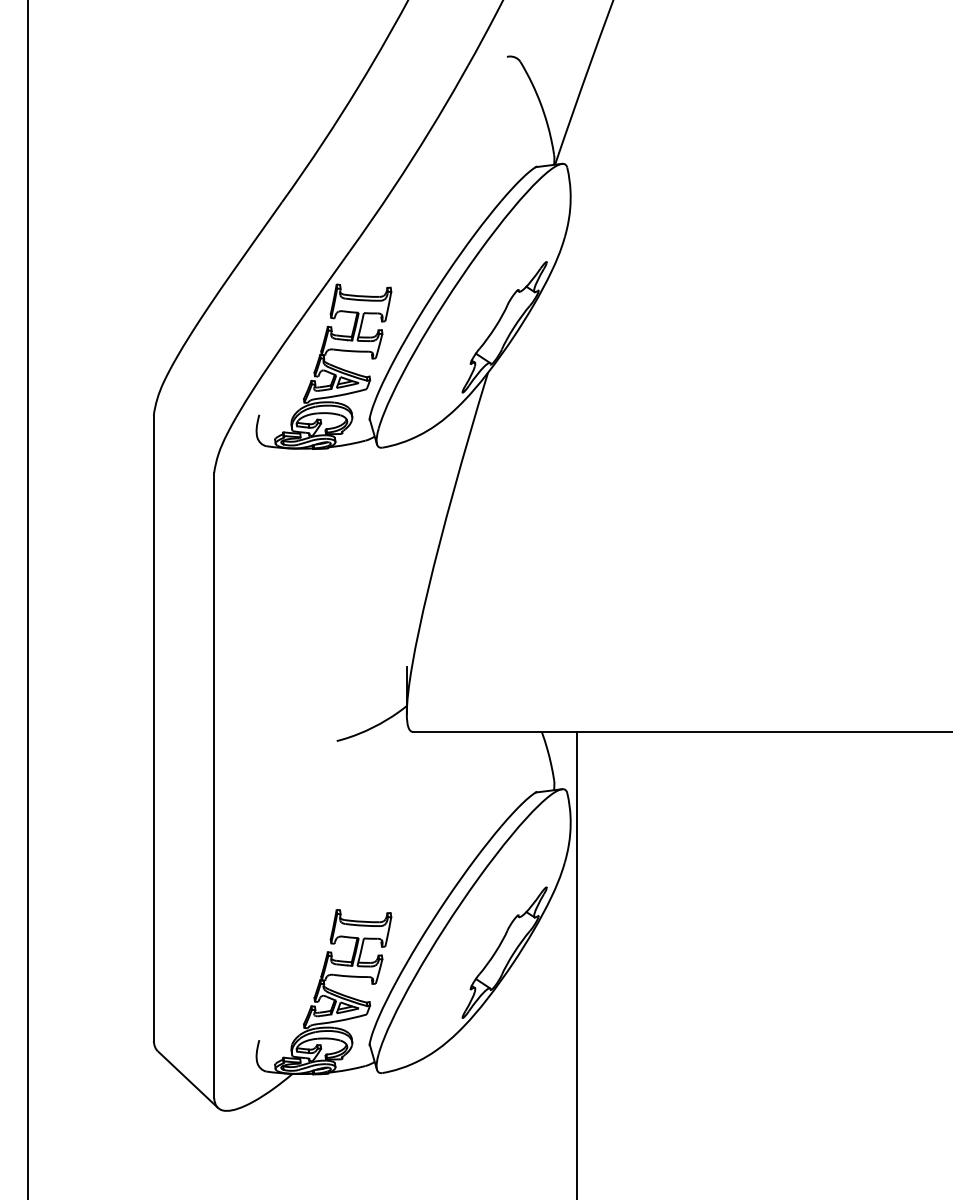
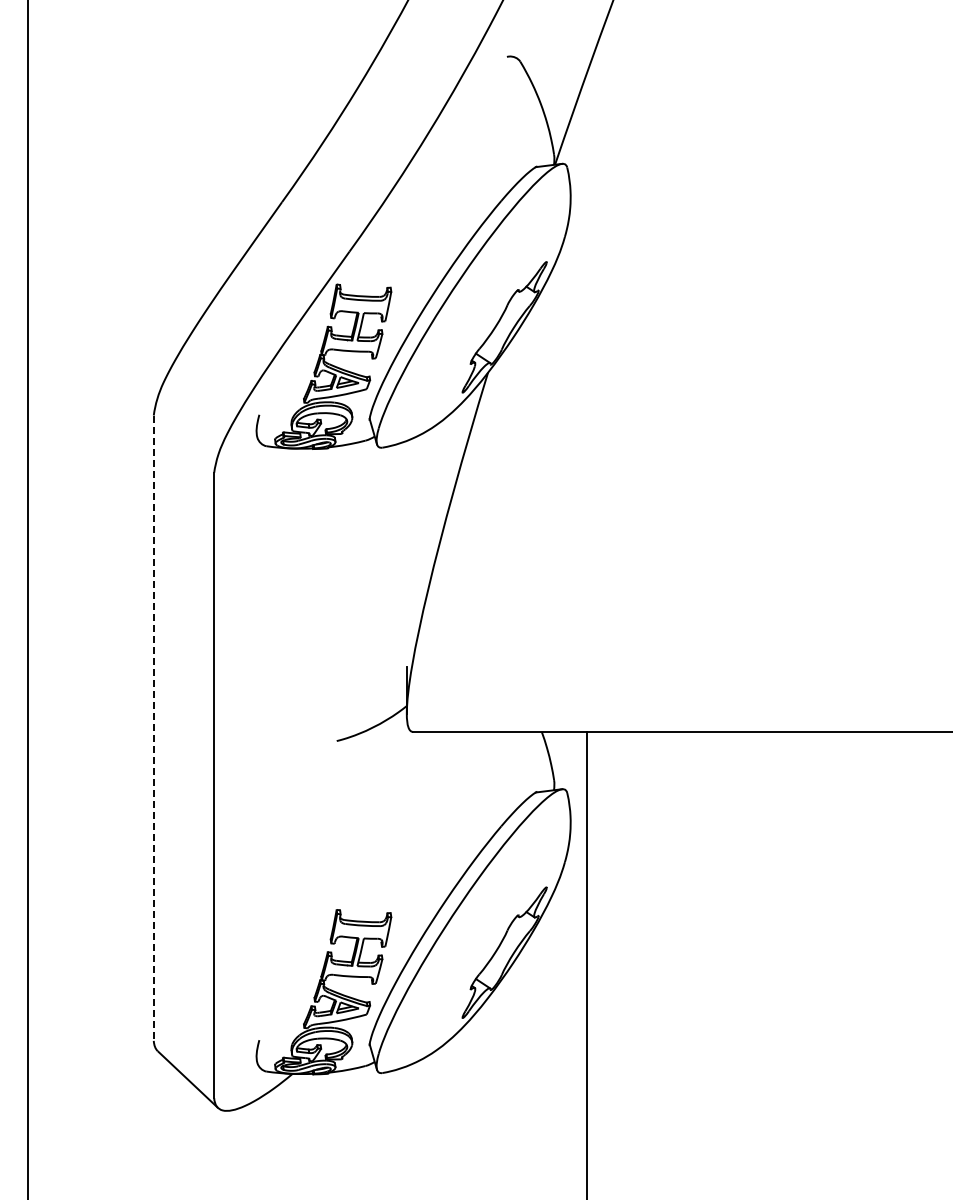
line at (153, 728): solid -> dashed
line at (577, 963) position: (577, 963) -> (587, 963)
